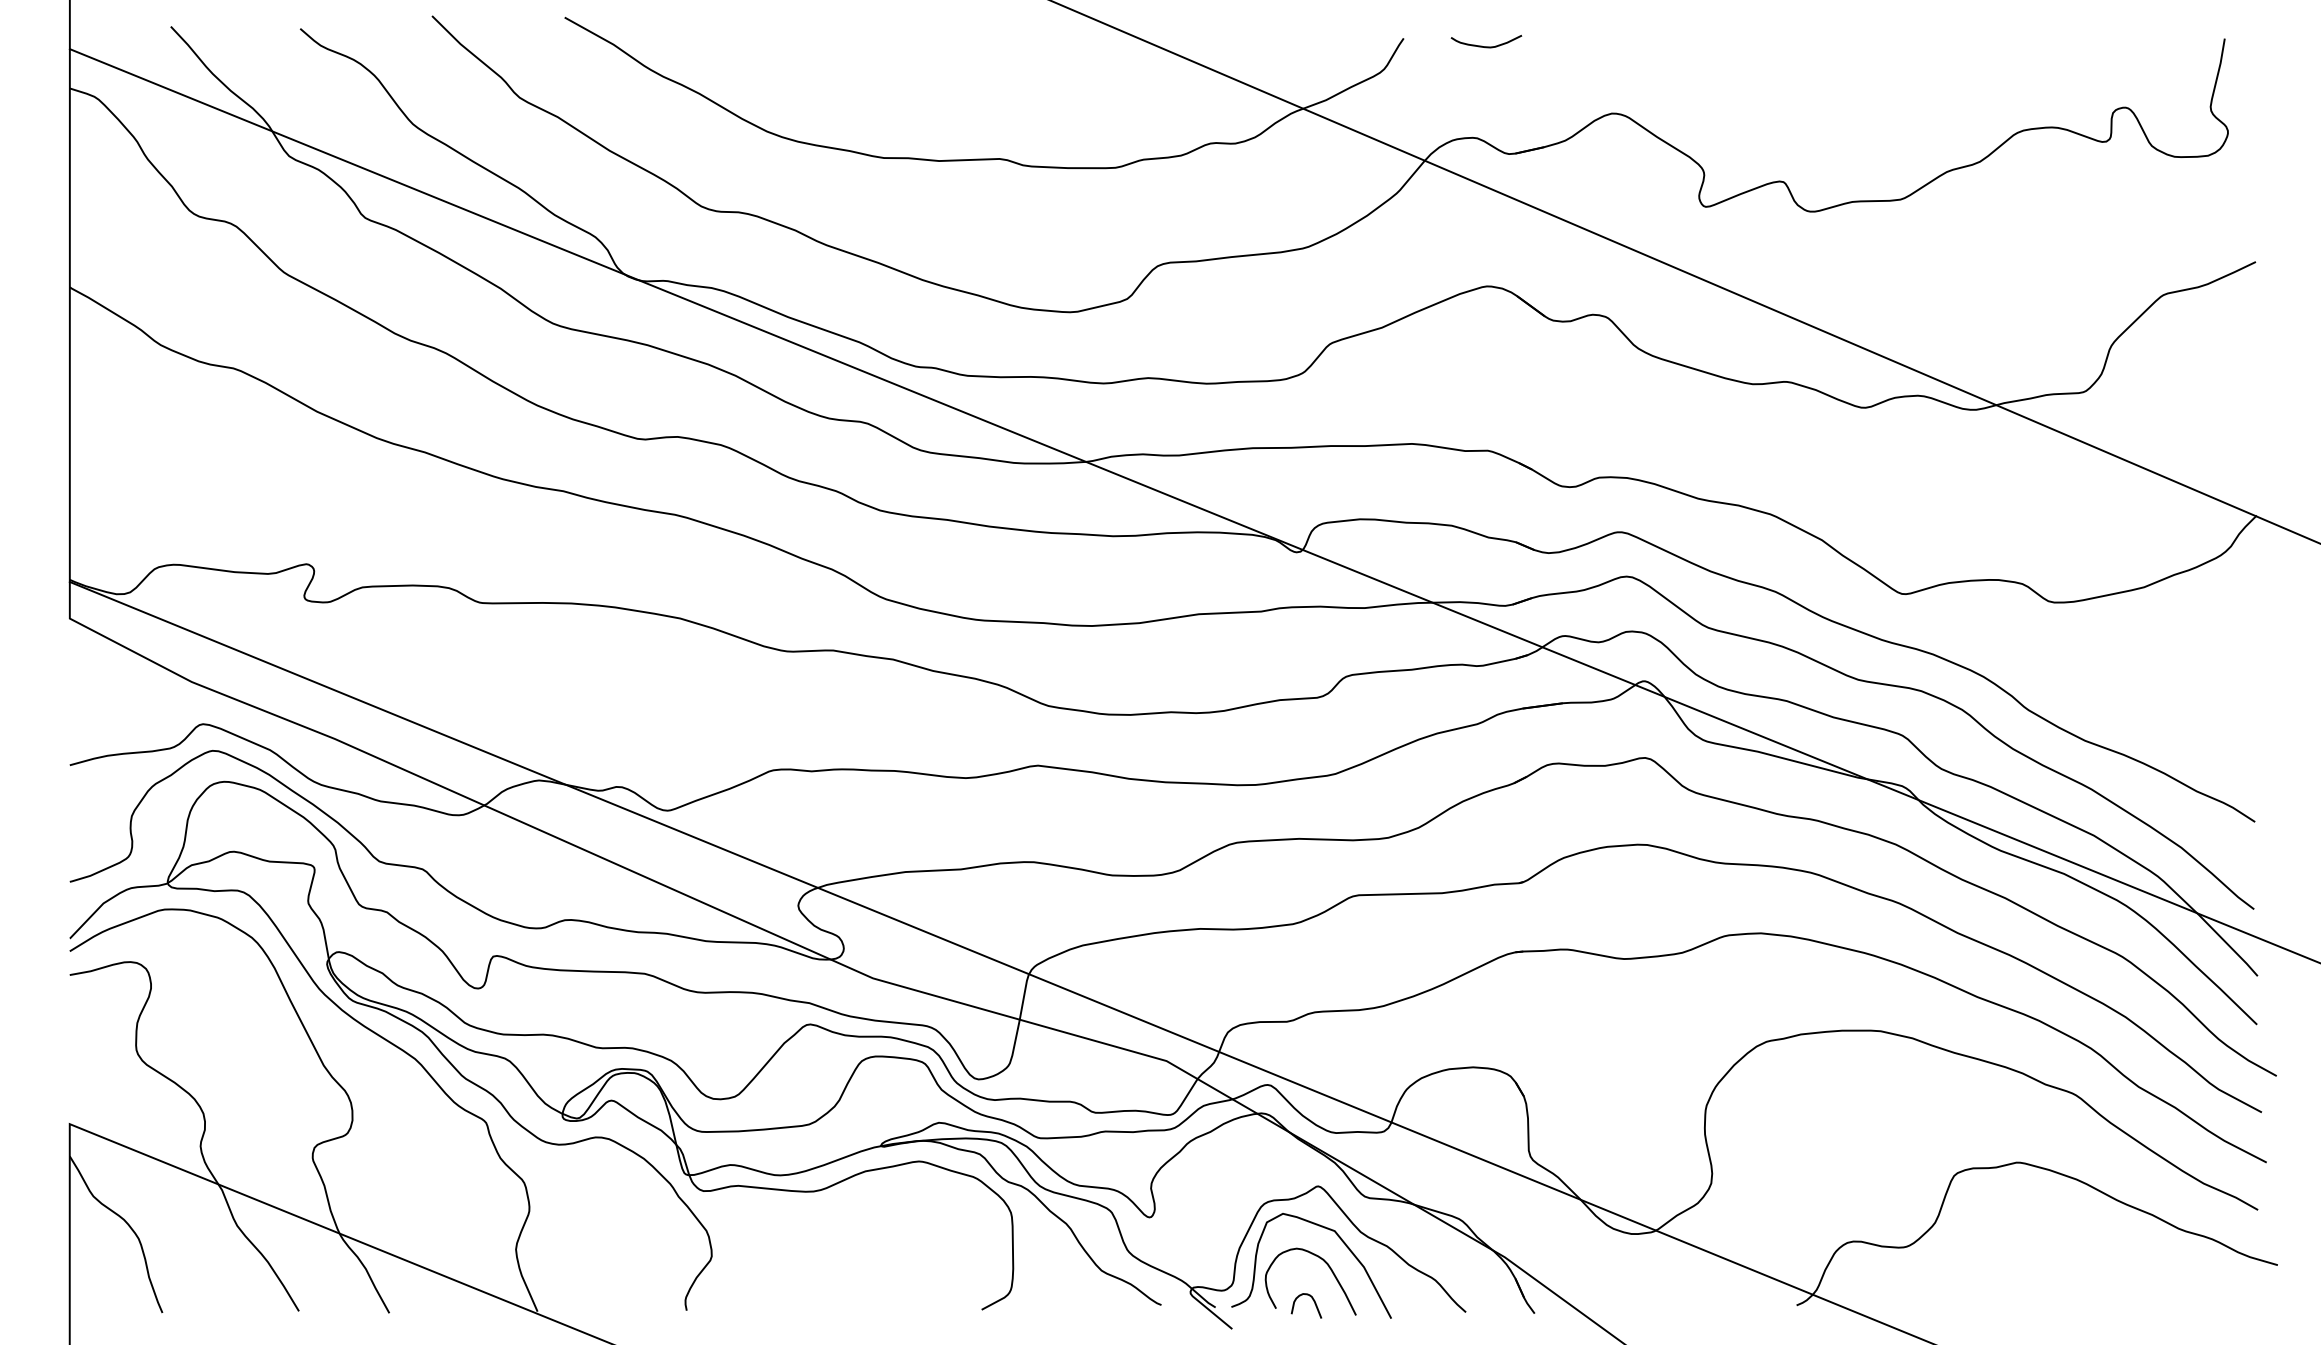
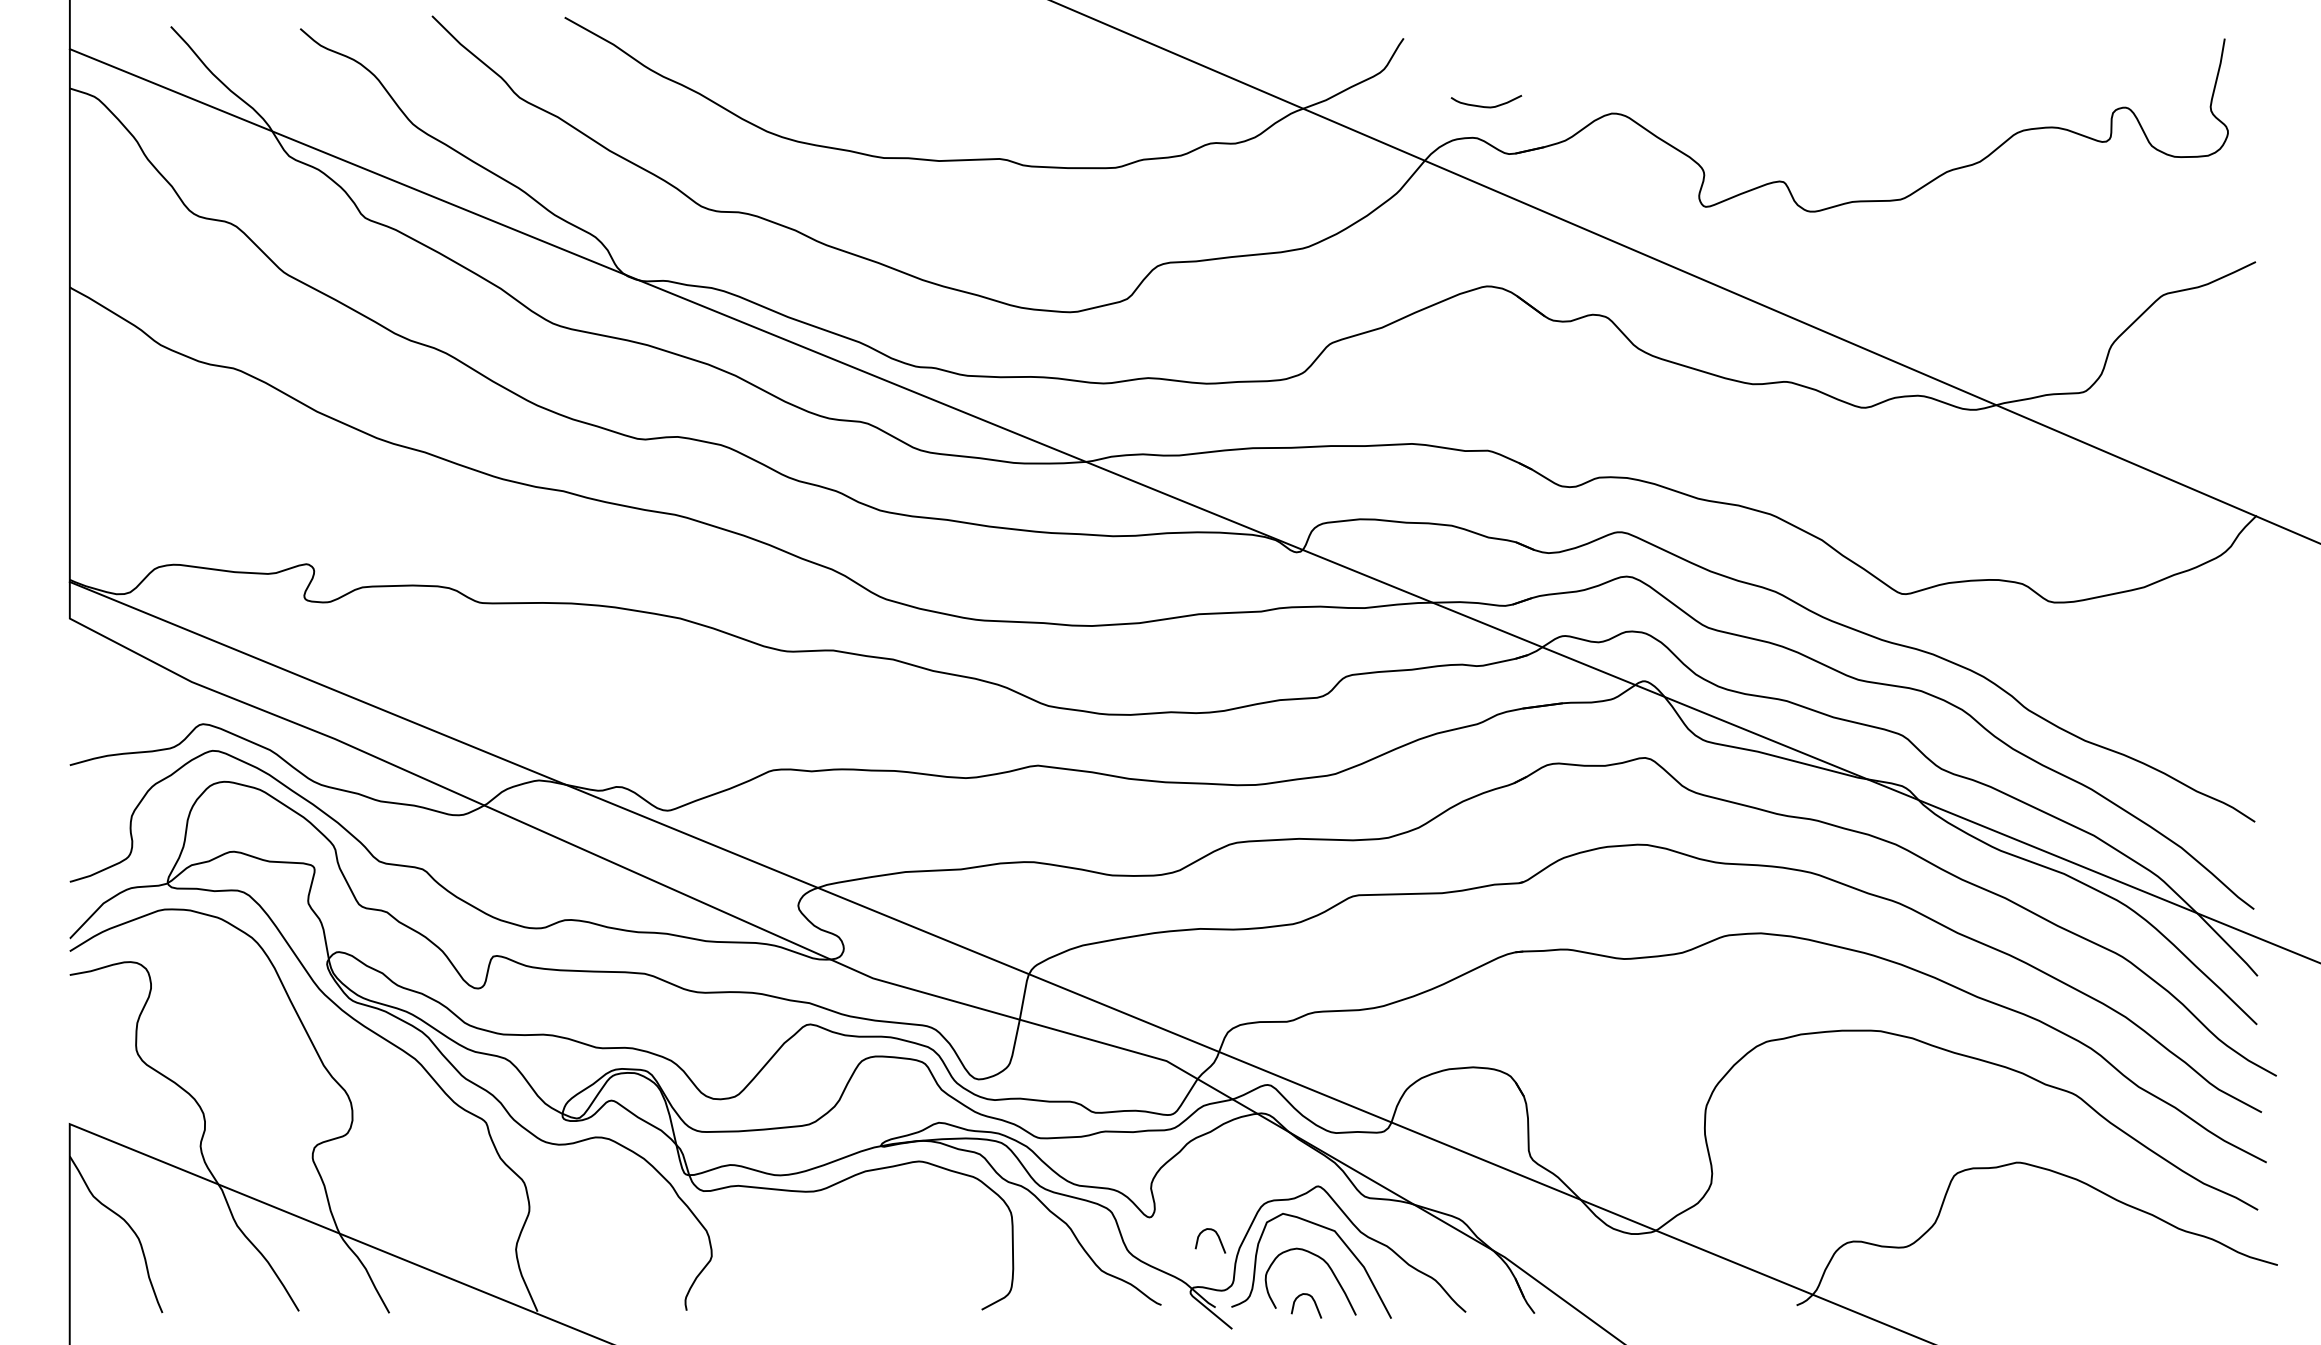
curve at (1486, 46) position: (1486, 46) -> (1486, 106)
curve at (1217, 1236): none -> present
